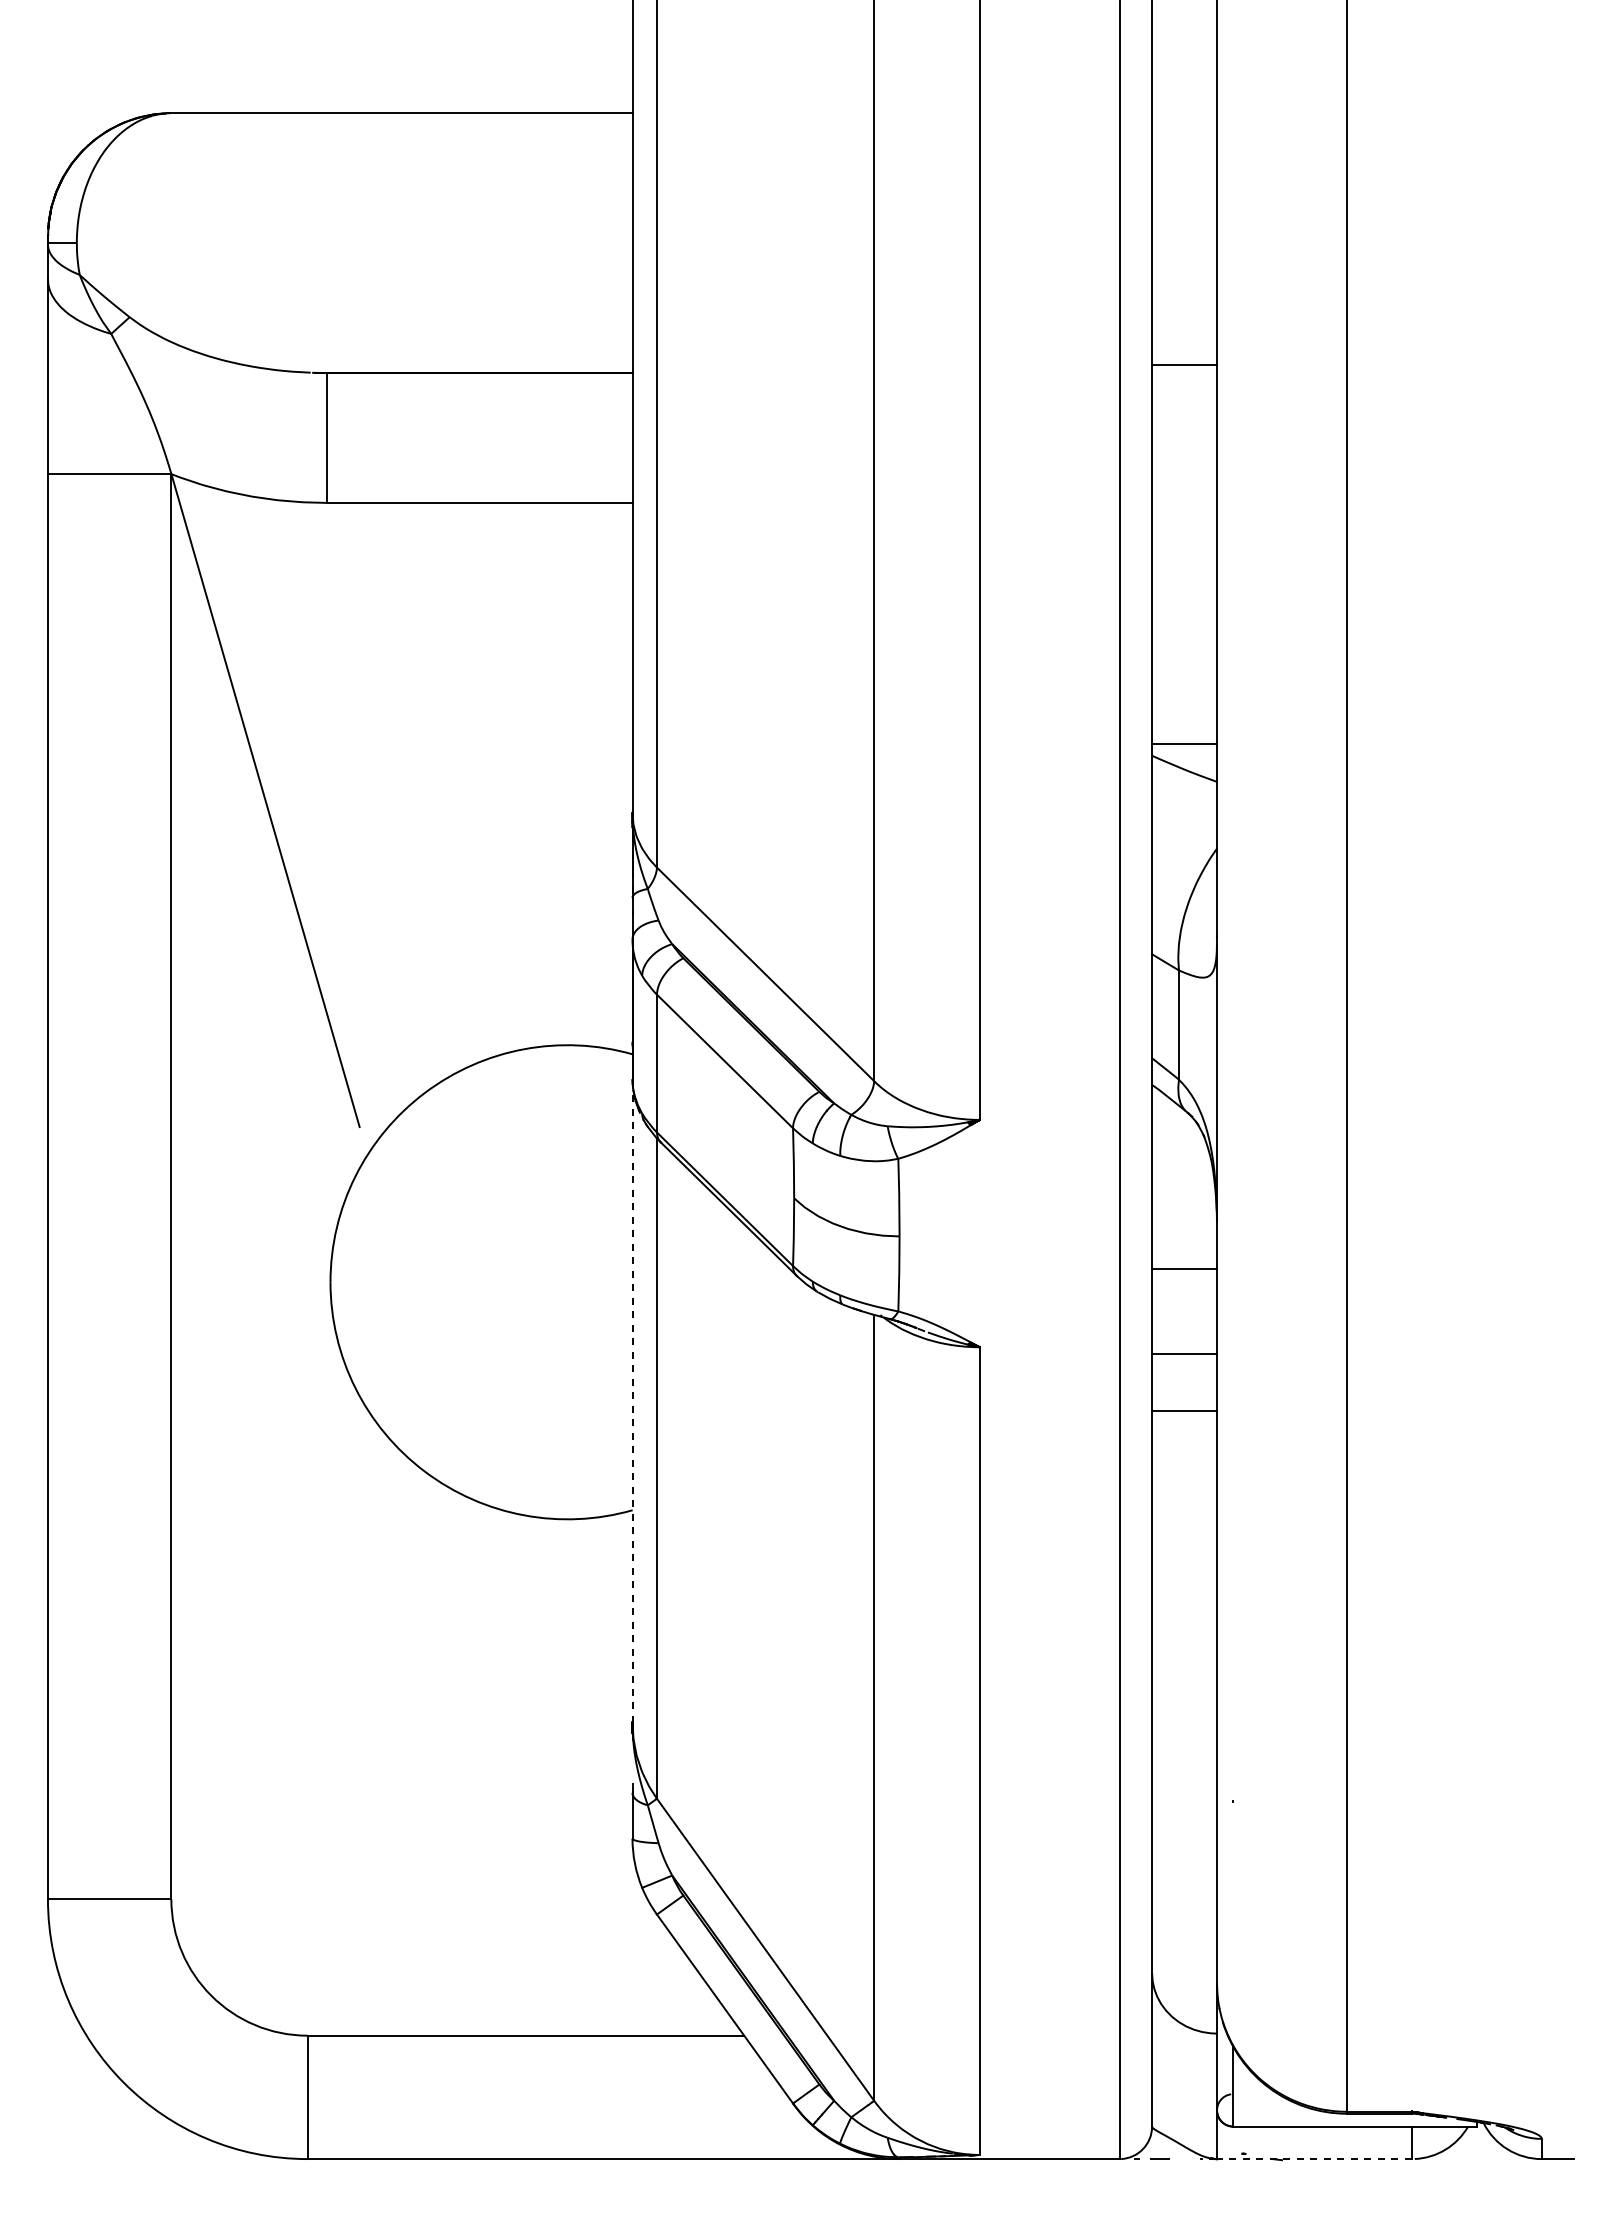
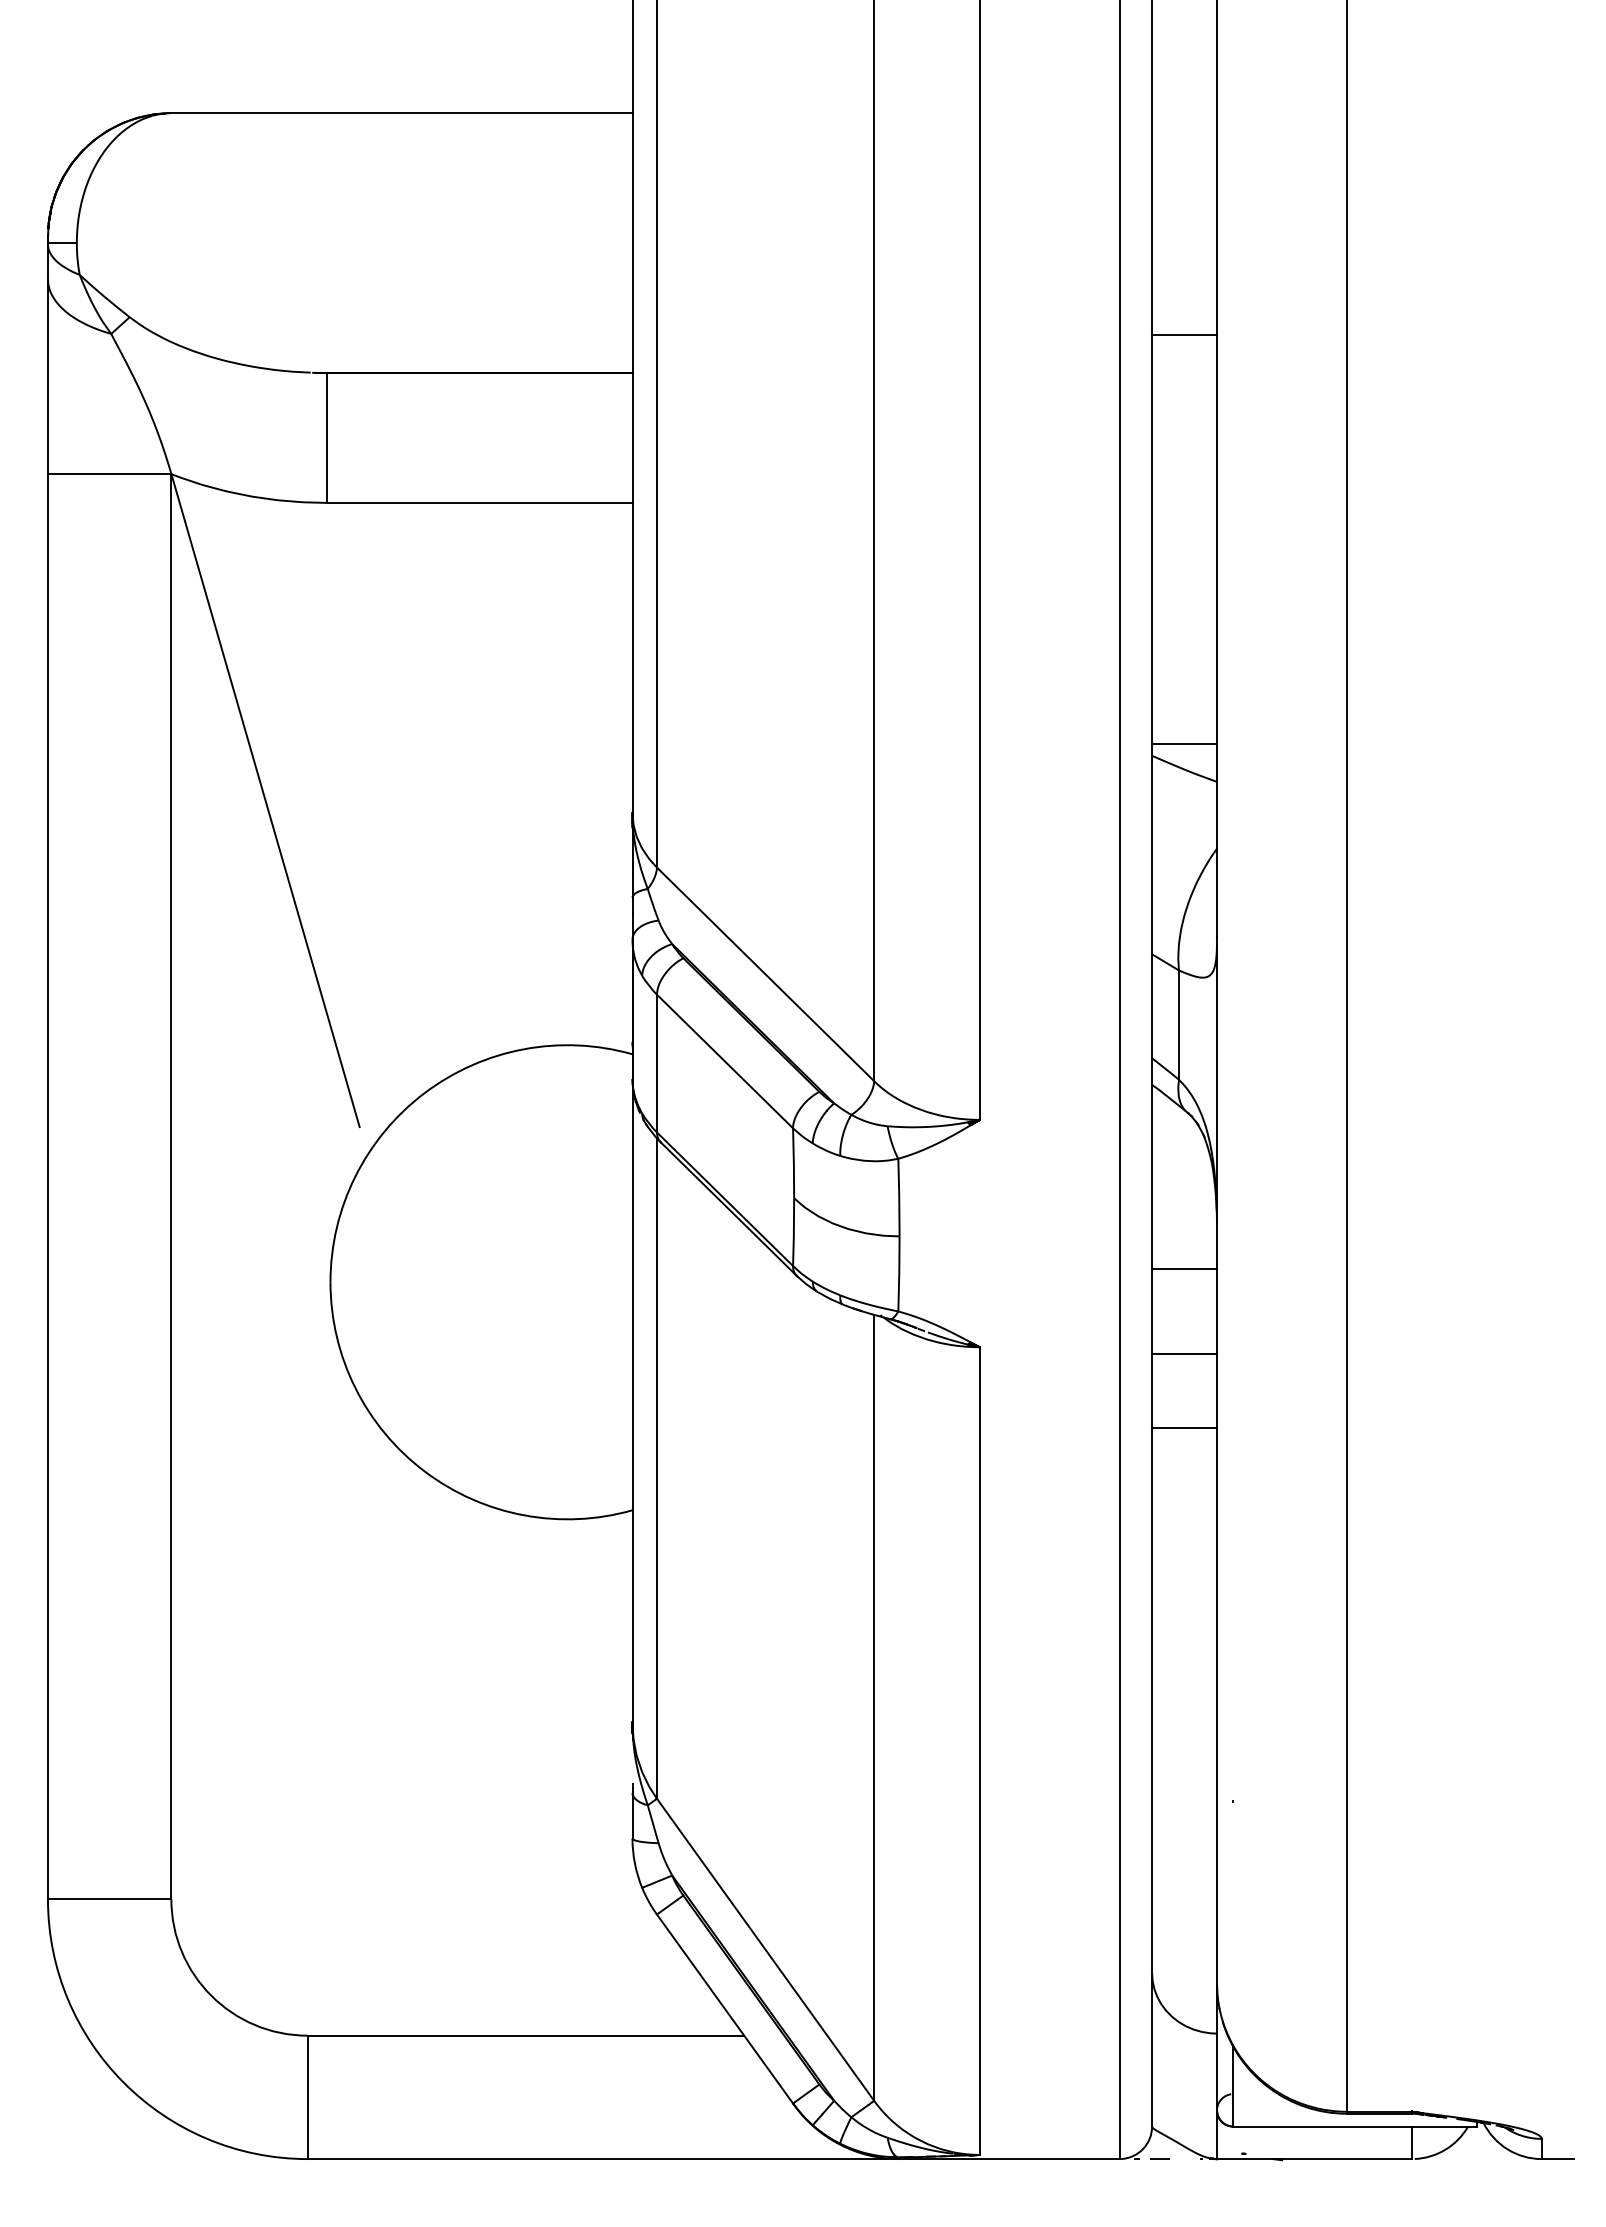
line at (1184, 364) position: (1184, 364) -> (1184, 334)
line at (632, 1402): dashed -> solid
line at (1184, 1410) position: (1184, 1410) -> (1184, 1427)
line at (1313, 2159): dashed -> solid
